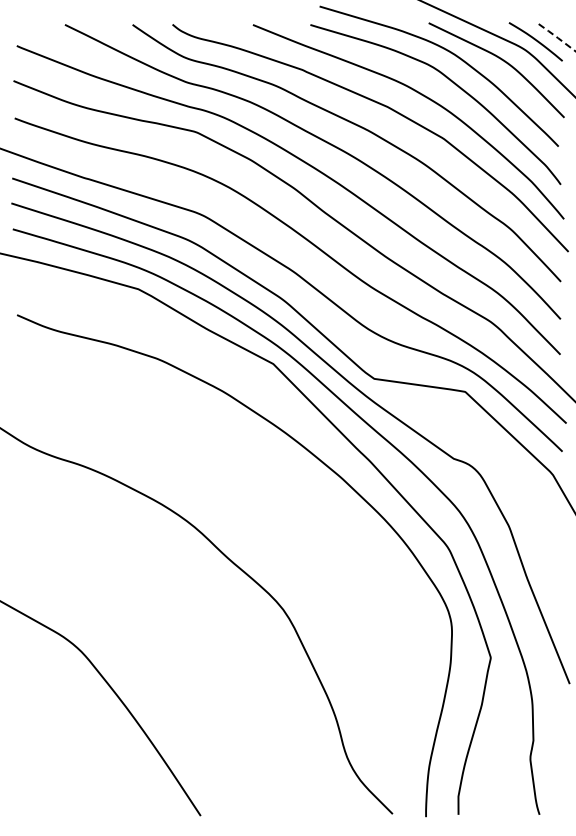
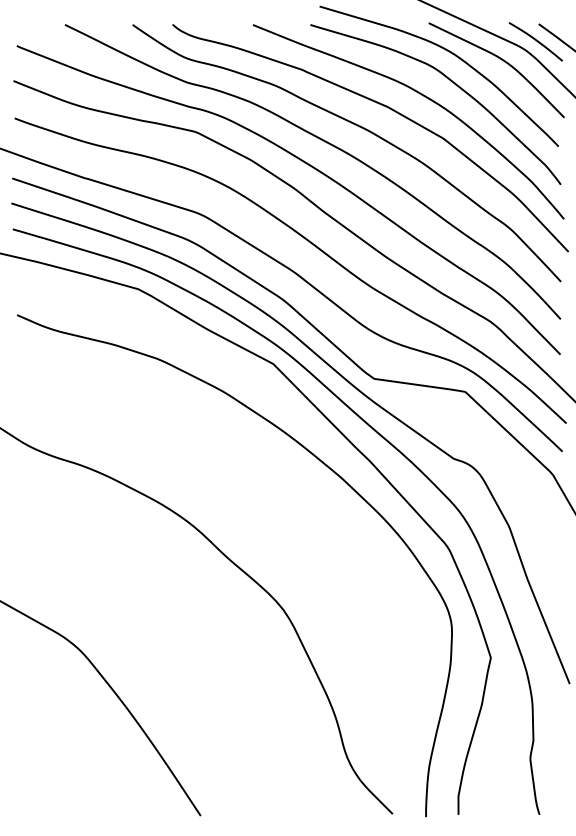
line at (557, 37): dashed -> solid
